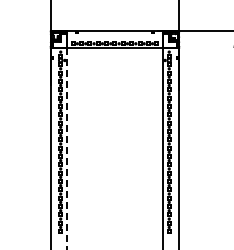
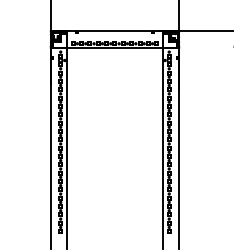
line at (67, 148): dashed -> solid
